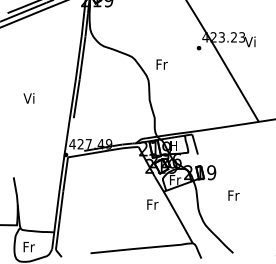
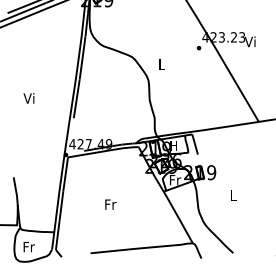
text at (161, 64): Fr -> L
text at (233, 195): Fr -> L
text at (152, 204) position: (152, 204) -> (110, 204)
